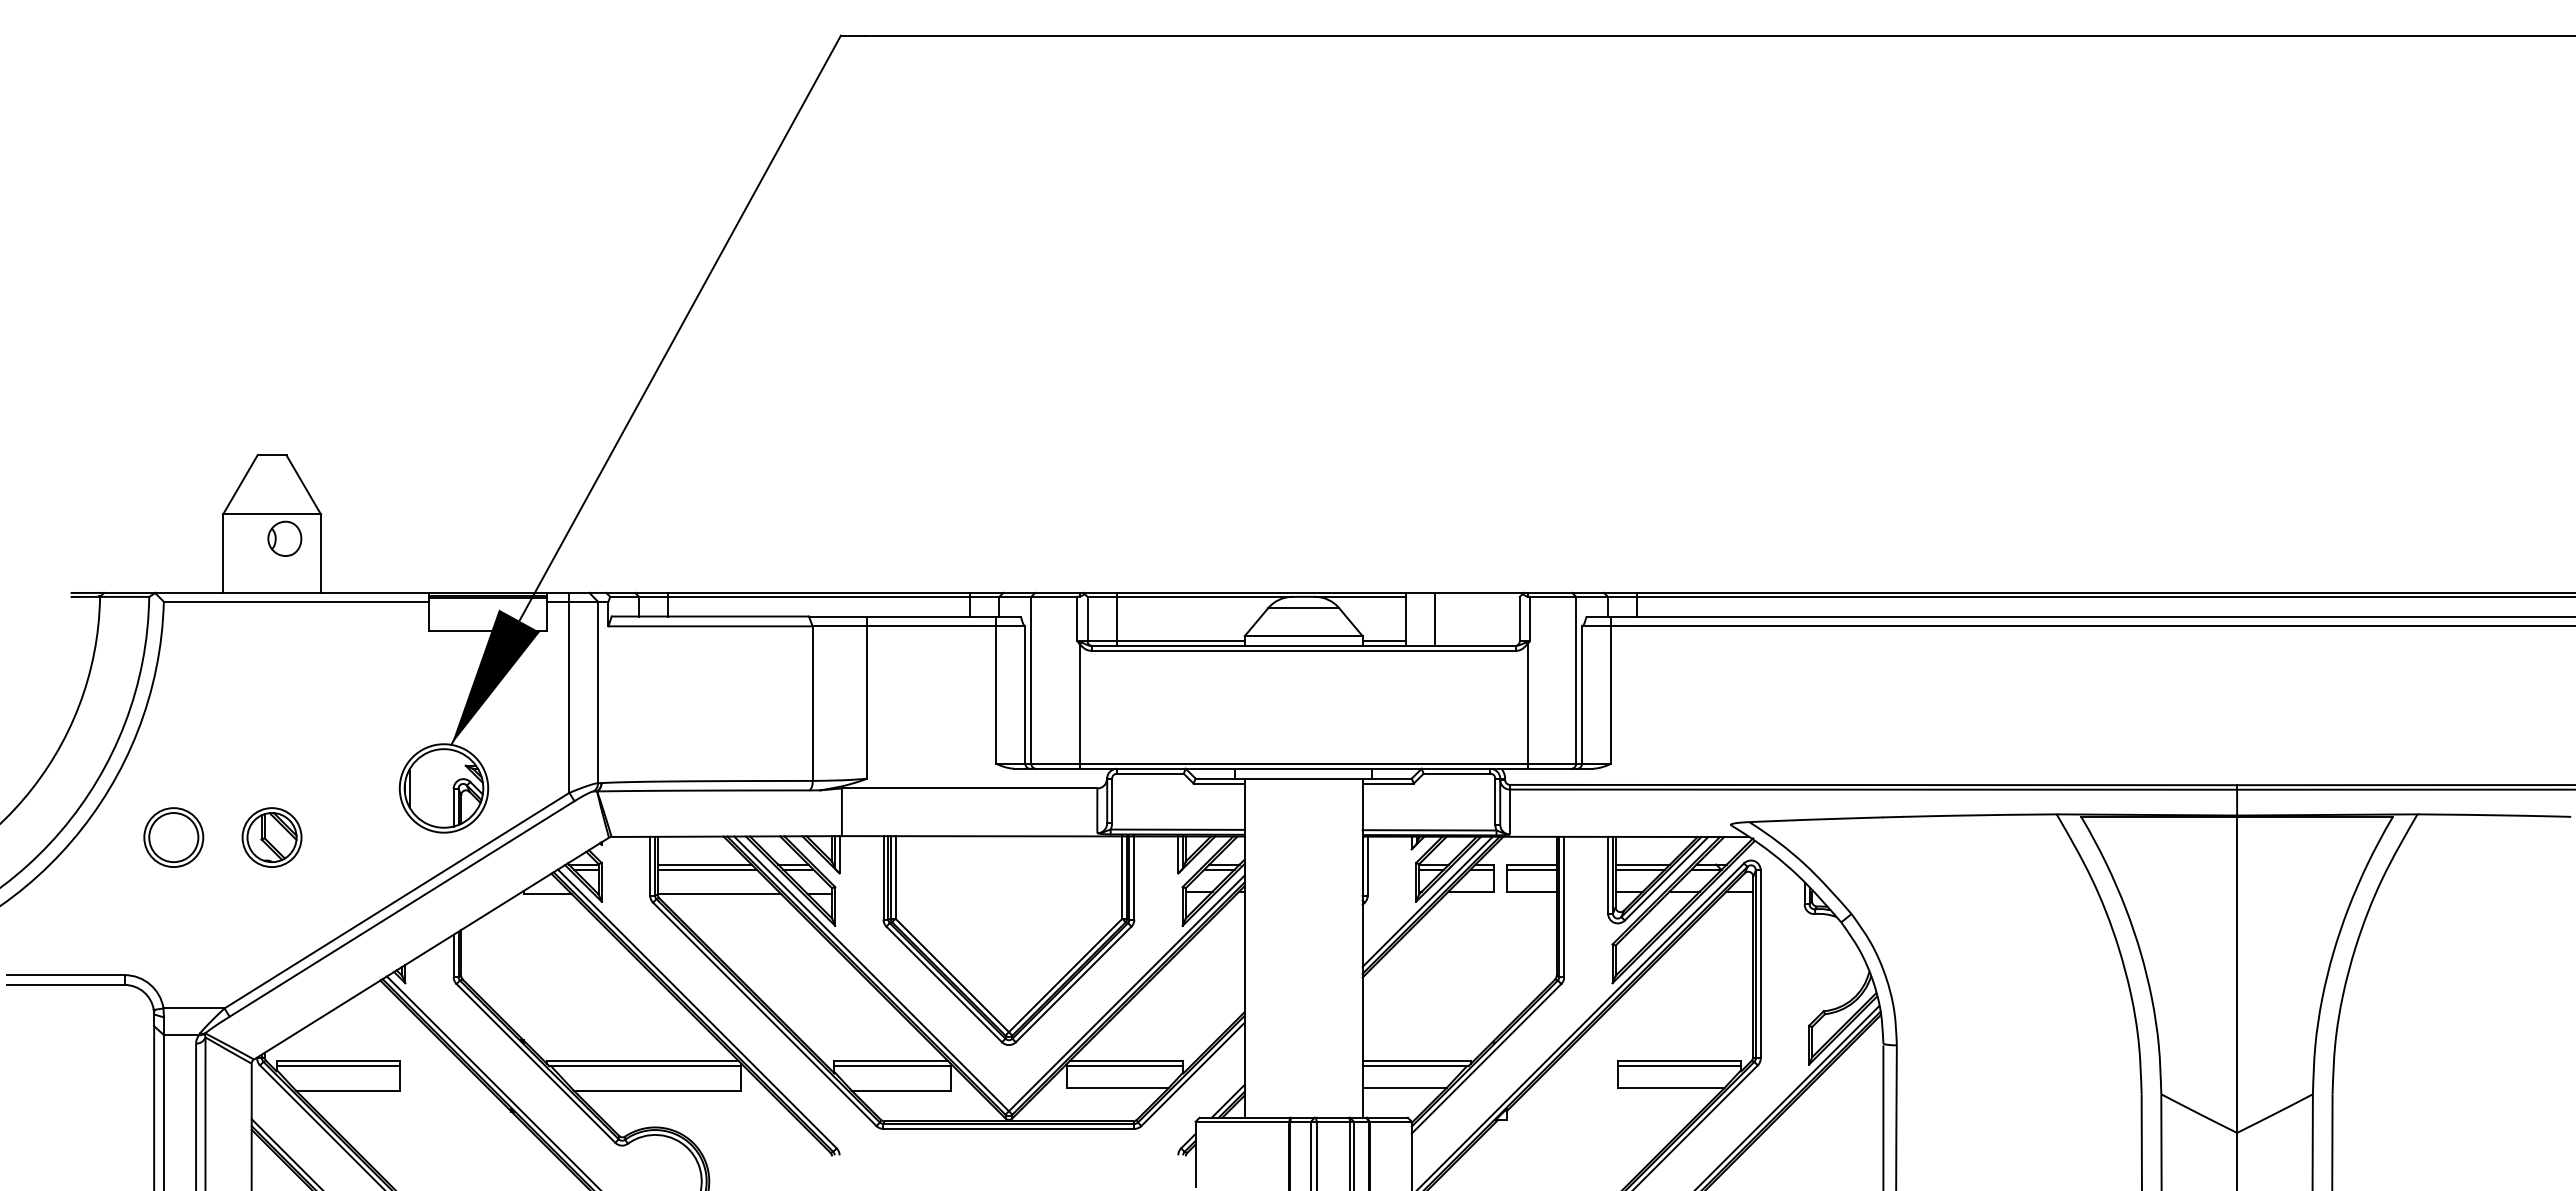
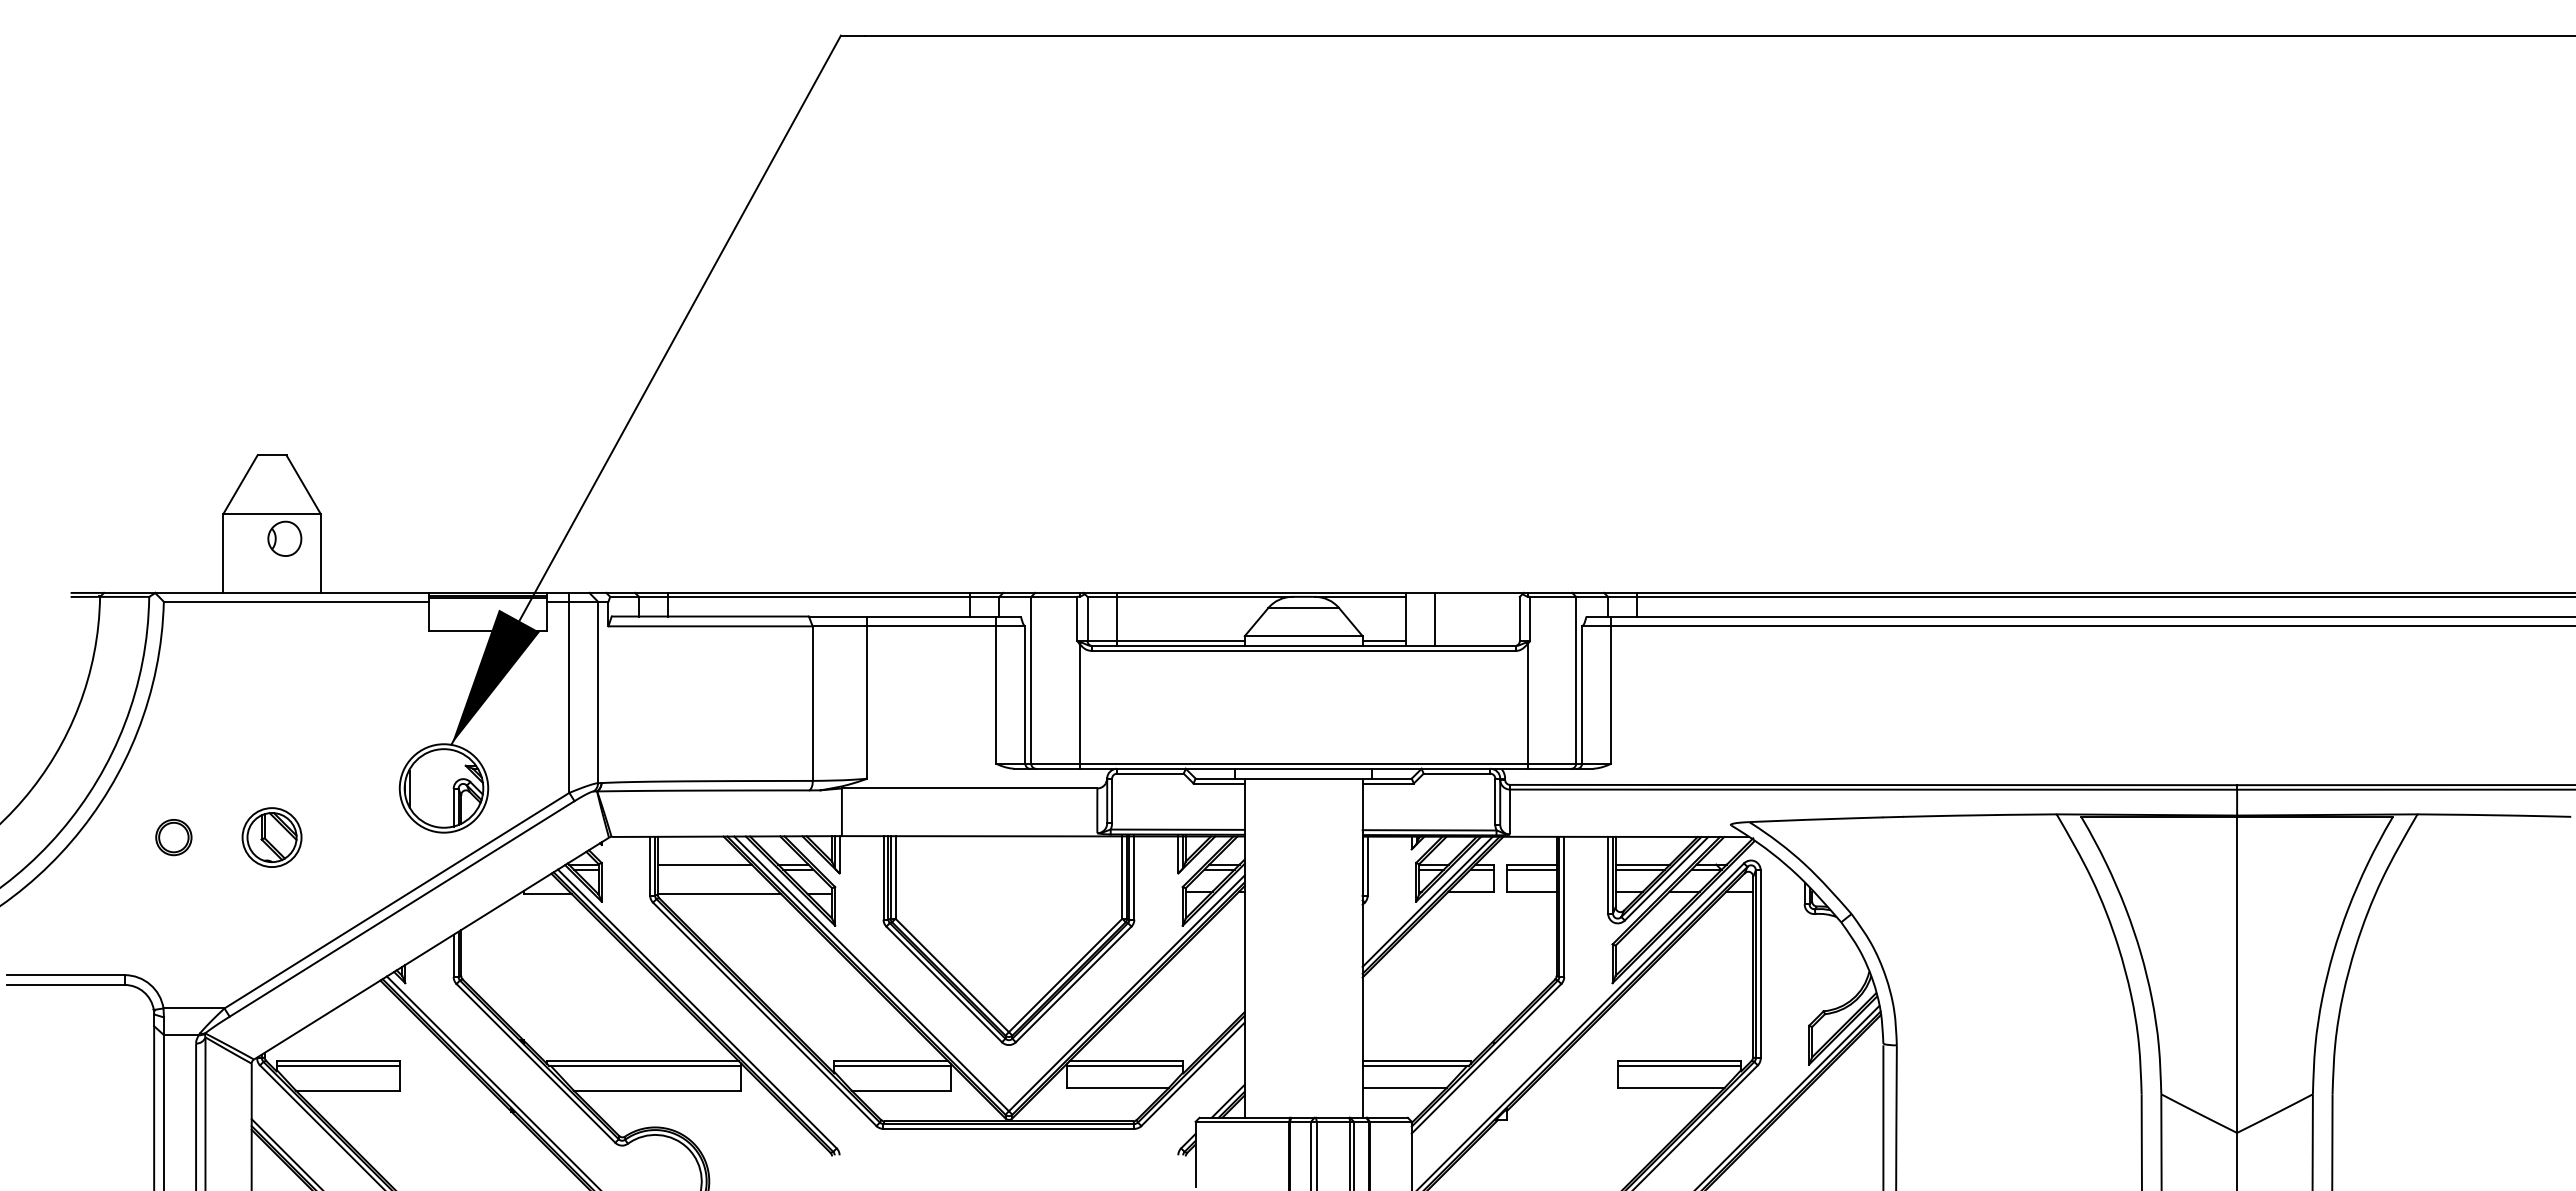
part at (173, 837) size: 62x61 px -> 38x38 px
line at (706, 869): present -> none
